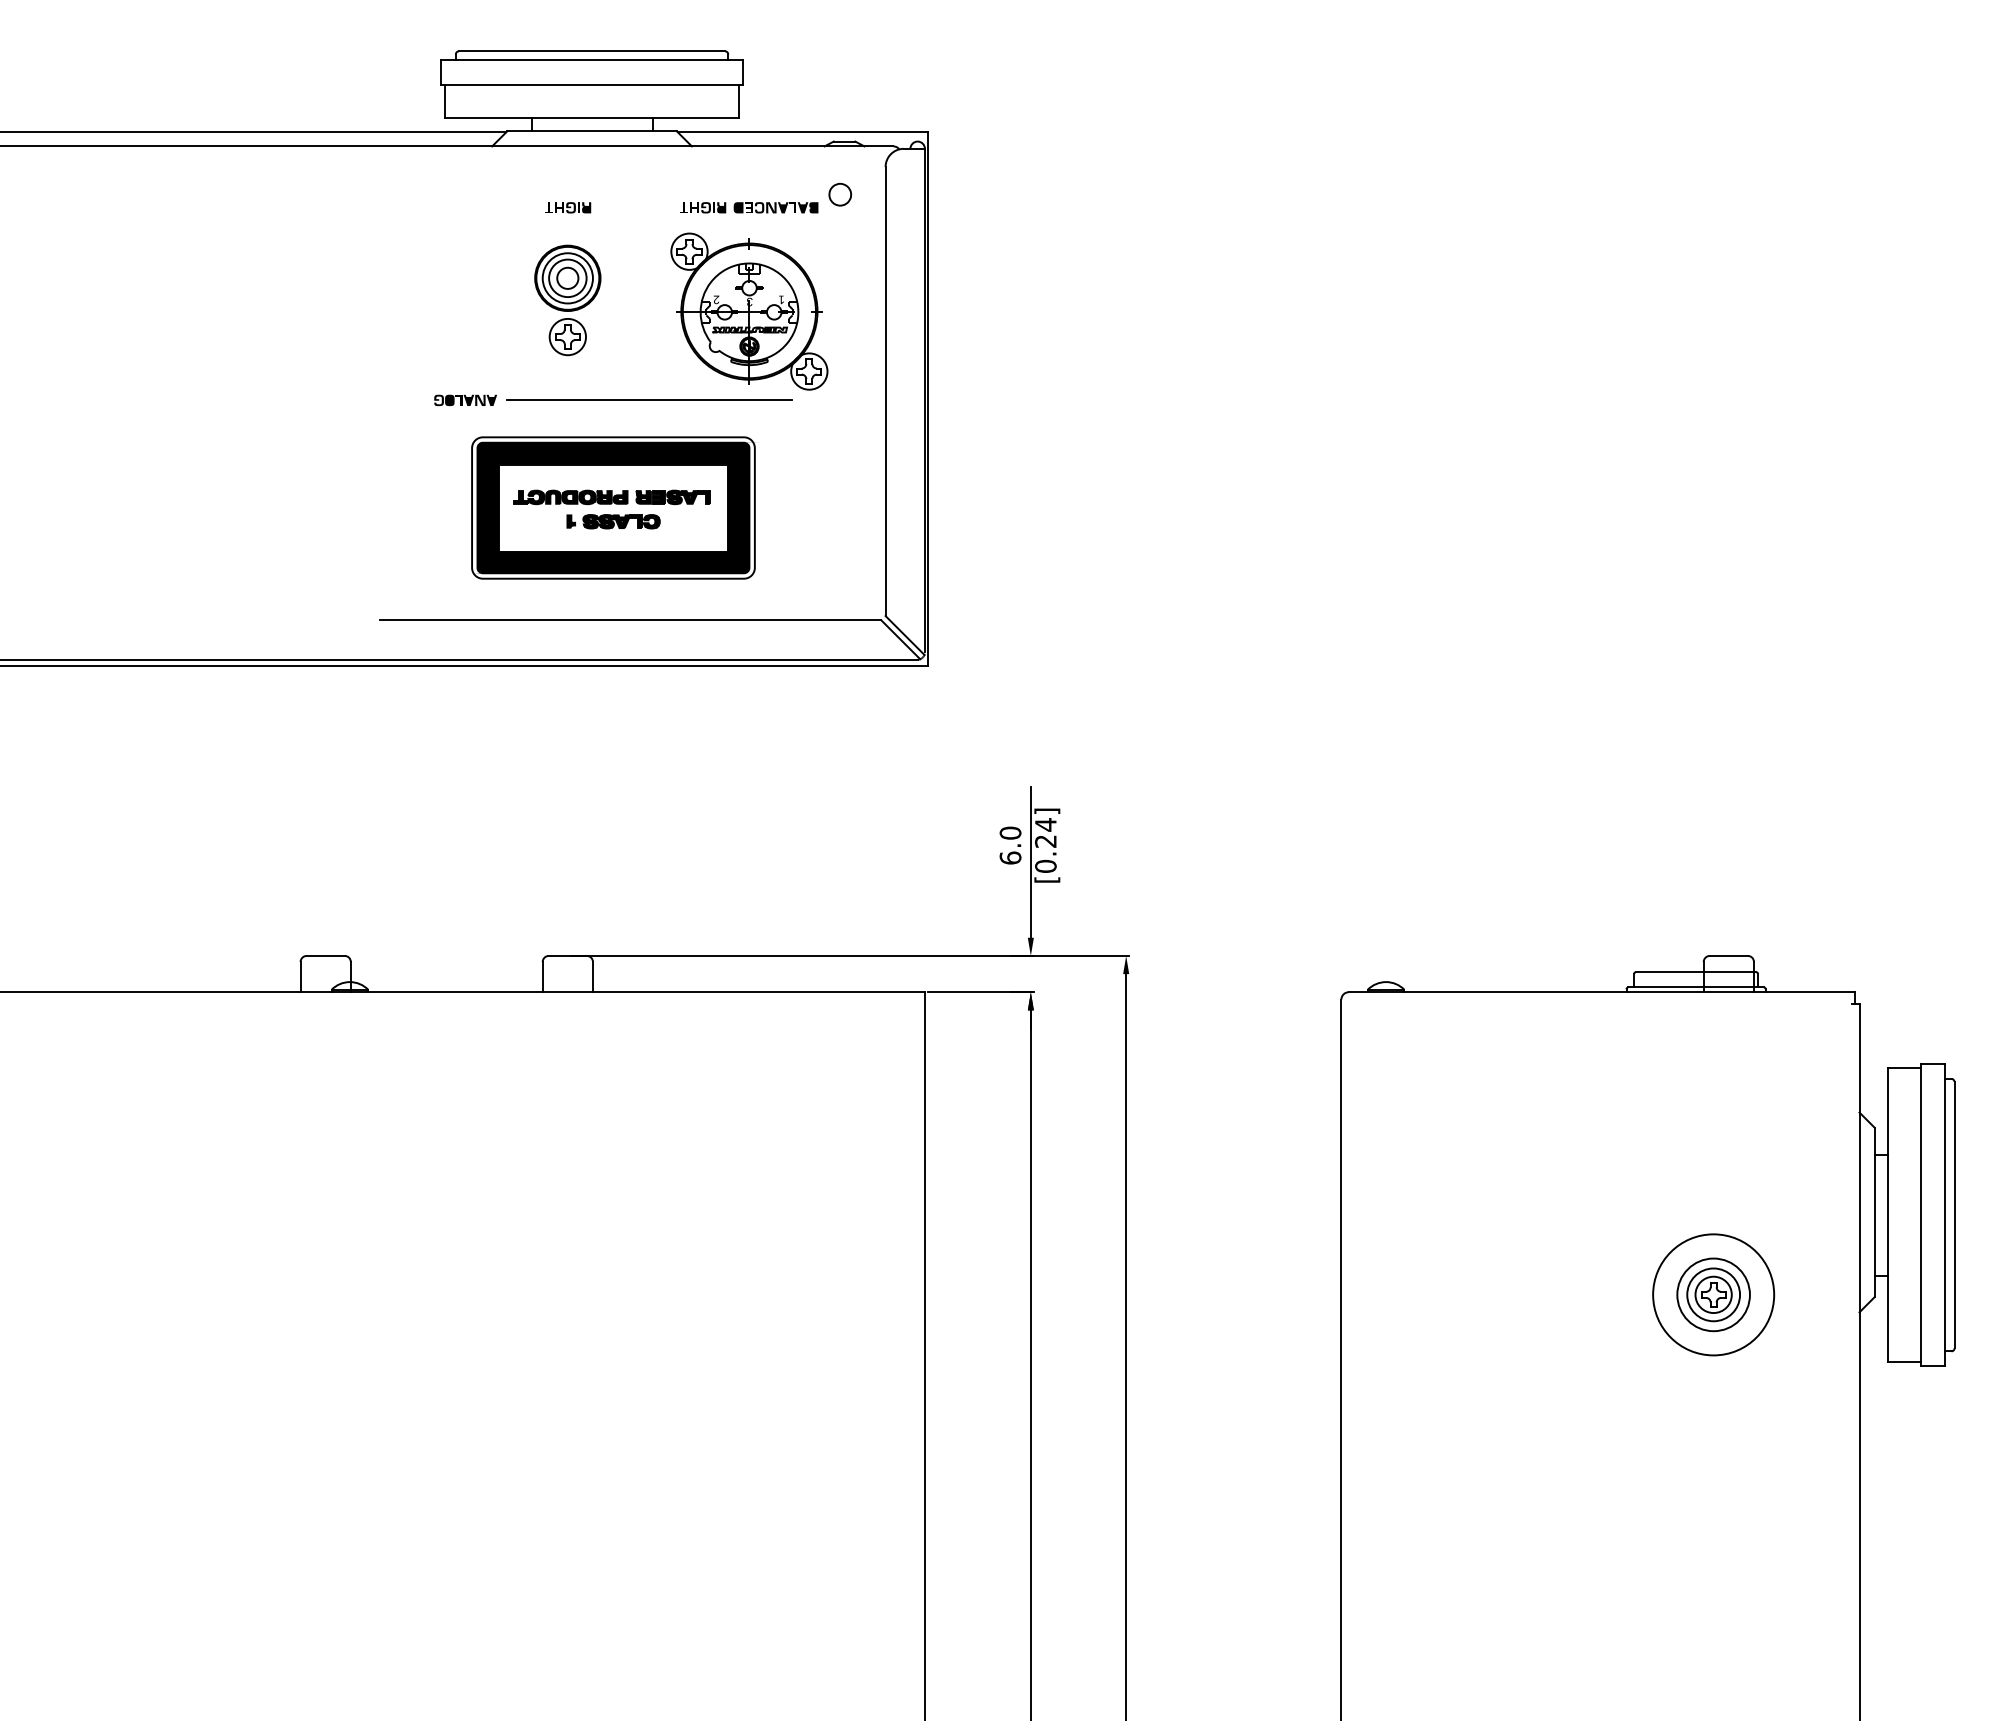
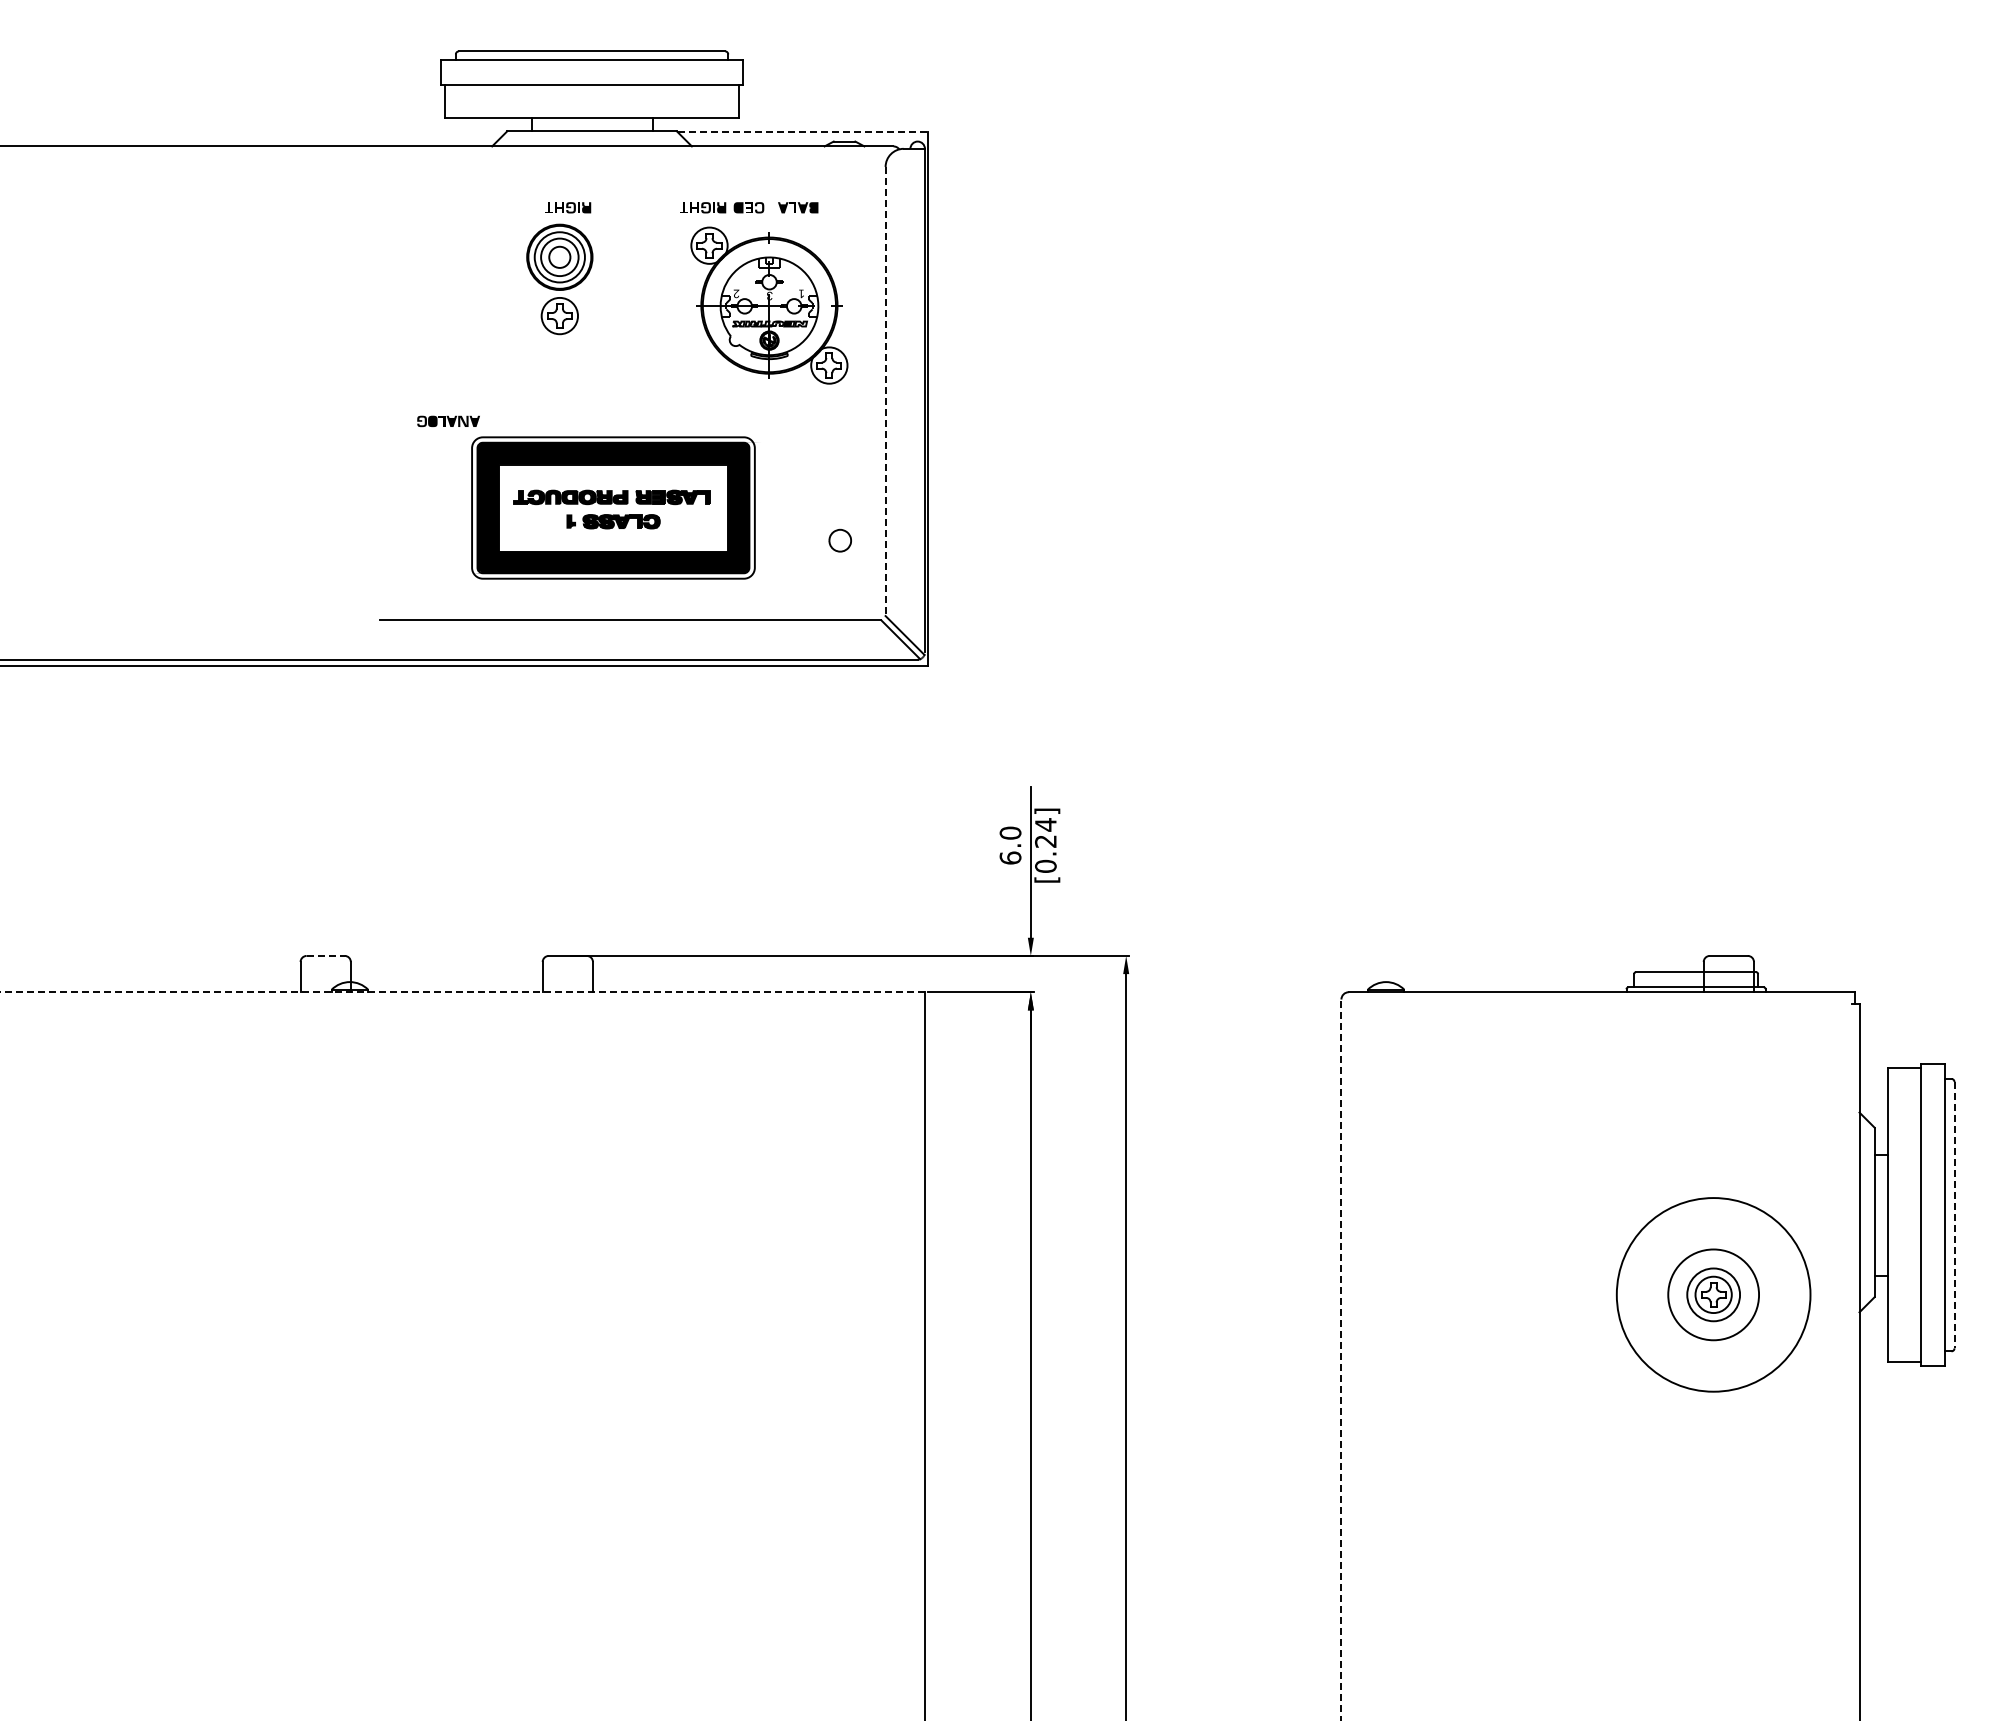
line at (254, 132): present -> none
line at (802, 132): solid -> dashed
part at (839, 194) position: (839, 194) -> (839, 540)
fill at (771, 207): present -> none
part at (567, 300) position: (567, 300) -> (559, 279)
part at (749, 311) position: (749, 311) -> (769, 305)
line at (885, 391): solid -> dashed
line at (649, 399): present -> none
part at (465, 400) position: (465, 400) -> (448, 421)
line at (326, 955): solid -> dashed
line at (462, 992): solid -> dashed
line at (1954, 1215): solid -> dashed
circle at (1713, 1294) diameter: 121 px -> 194 px
circle at (1713, 1294) diameter: 73 px -> 91 px
line at (1341, 1359): solid -> dashed
